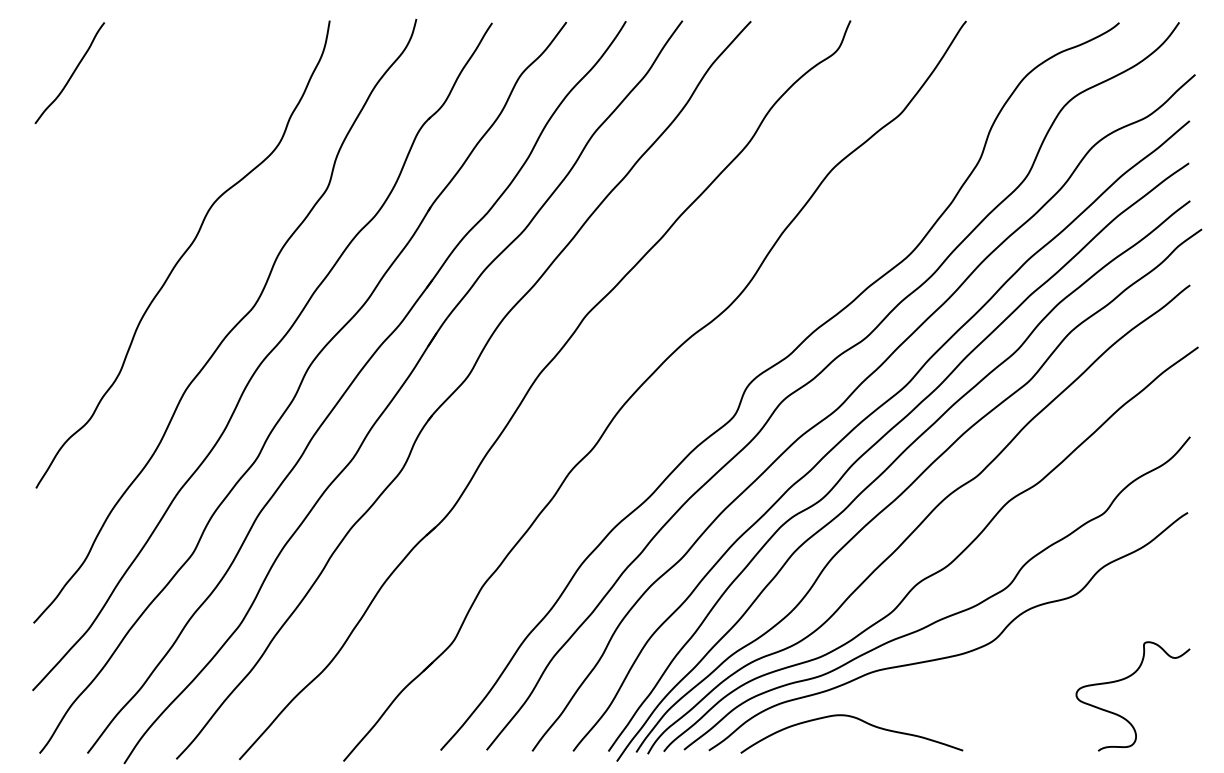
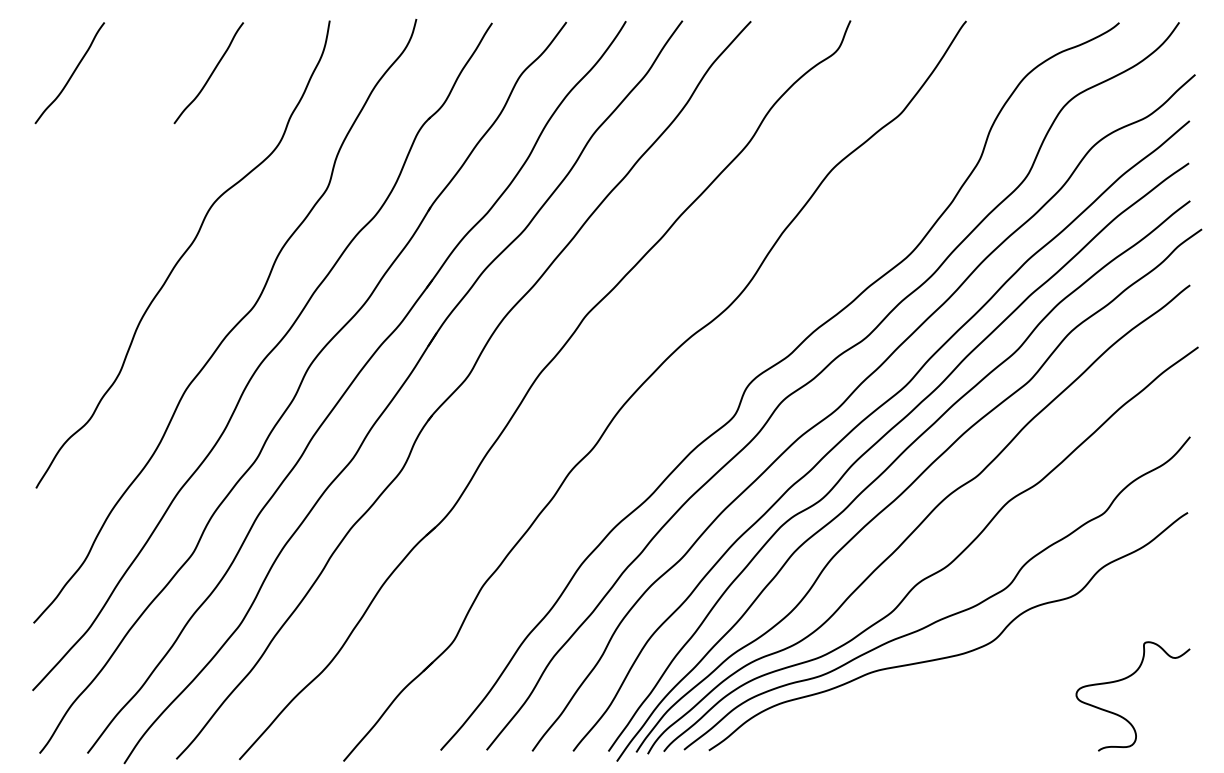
curve at (210, 74): none -> present
curve at (856, 719): present -> none
